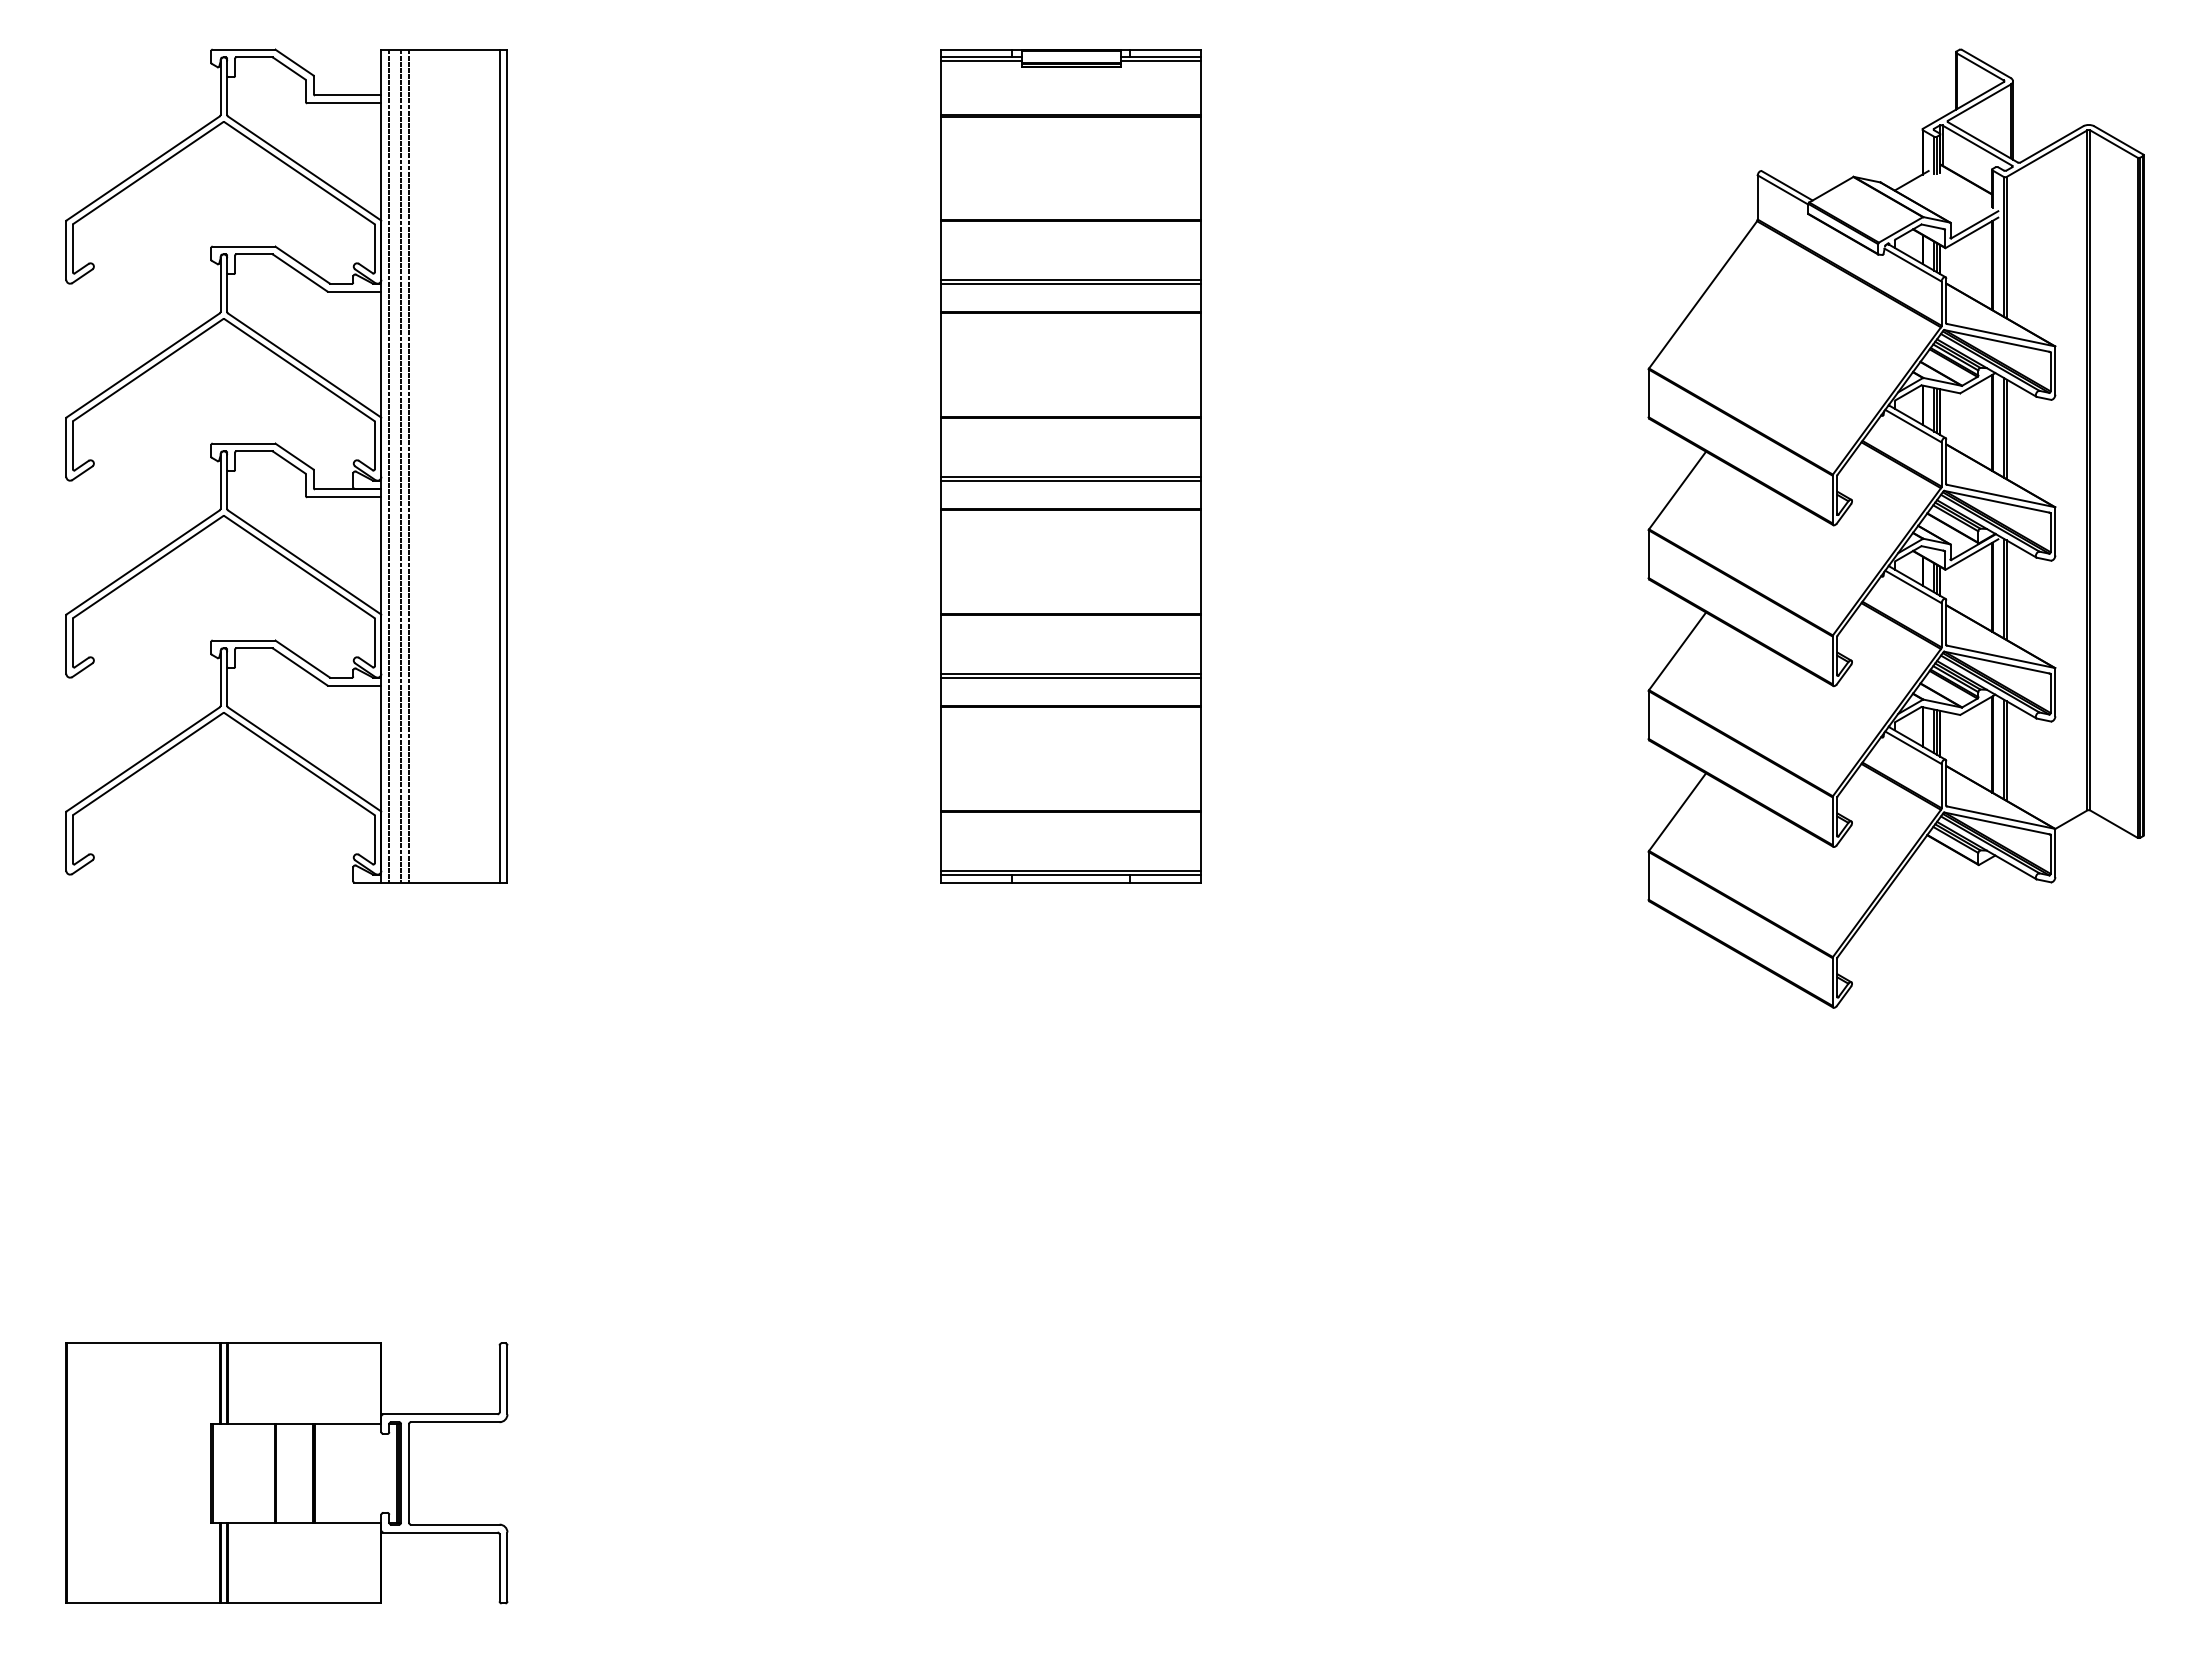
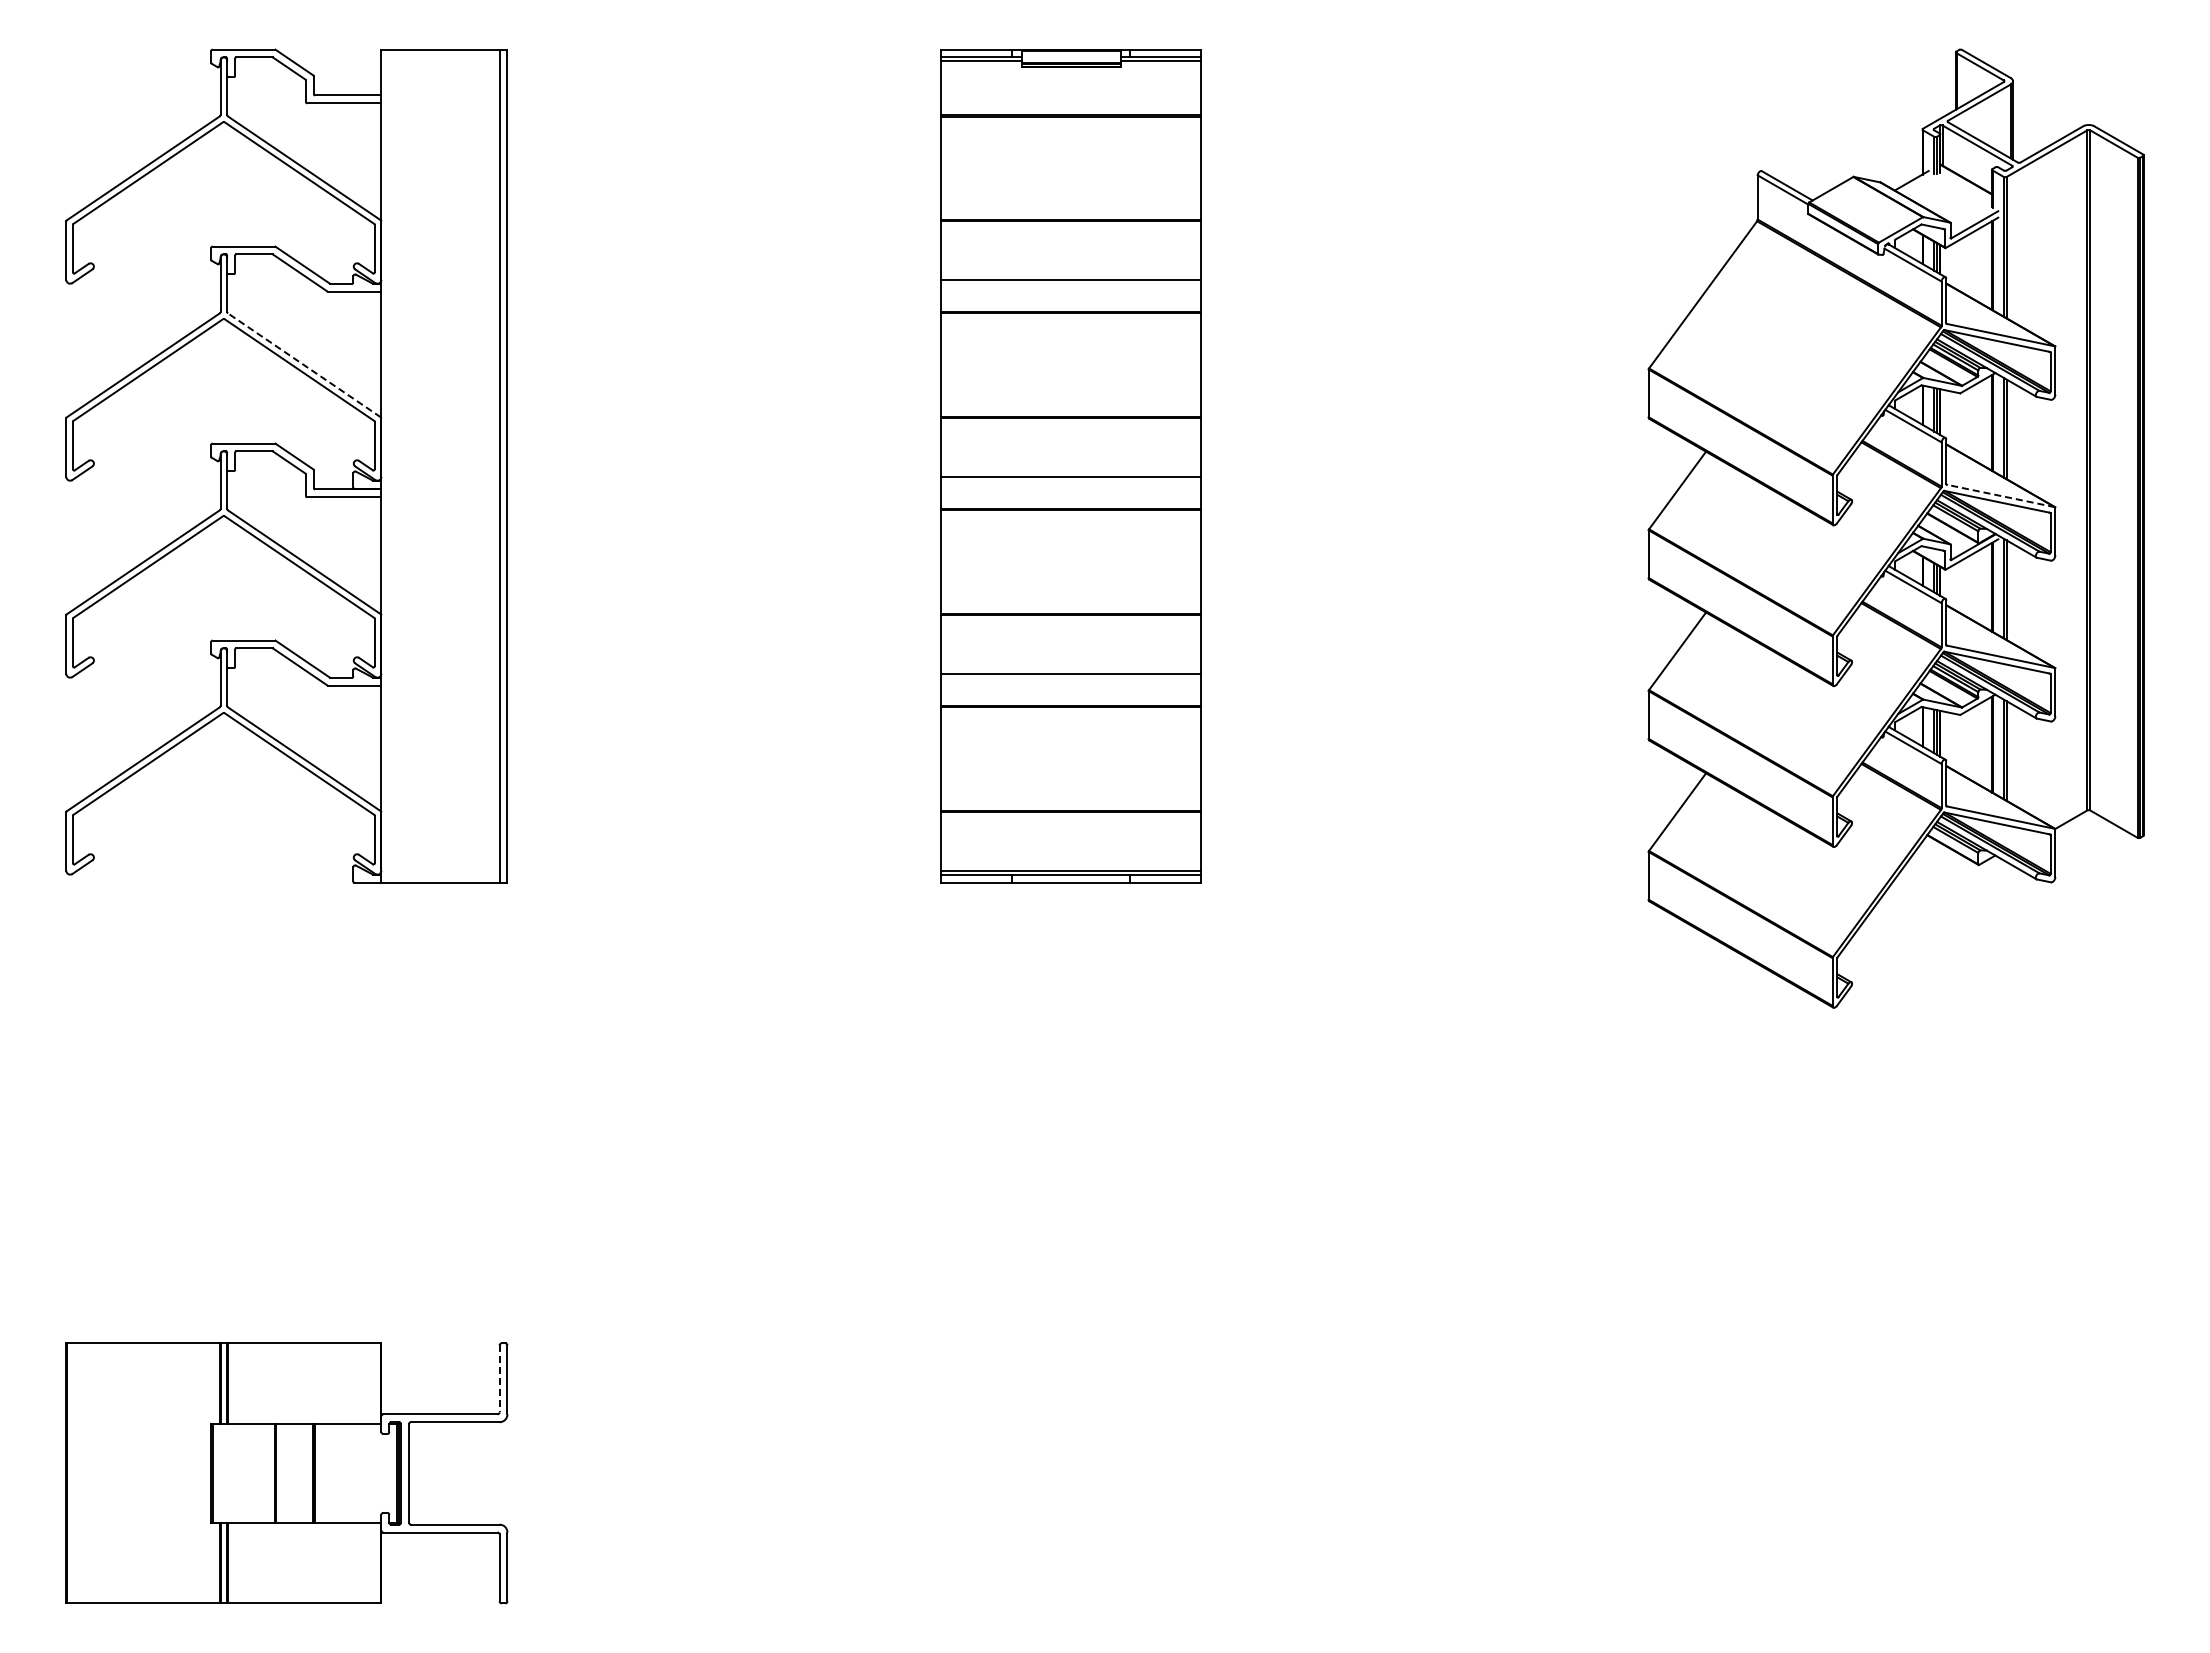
line at (1071, 283): present -> none
line at (304, 365): solid -> dashed
line at (389, 465): present -> none
line at (401, 465): present -> none
line at (409, 465): present -> none
line at (1071, 480): present -> none
line at (2000, 495): solid -> dashed
line at (1071, 677): present -> none
line at (499, 1379): solid -> dashed
